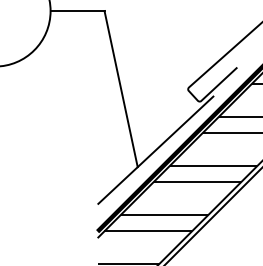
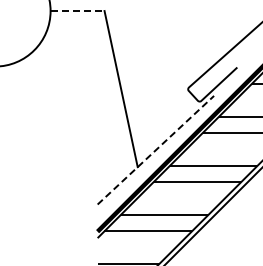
line at (77, 11): solid -> dashed
line at (155, 150): solid -> dashed
